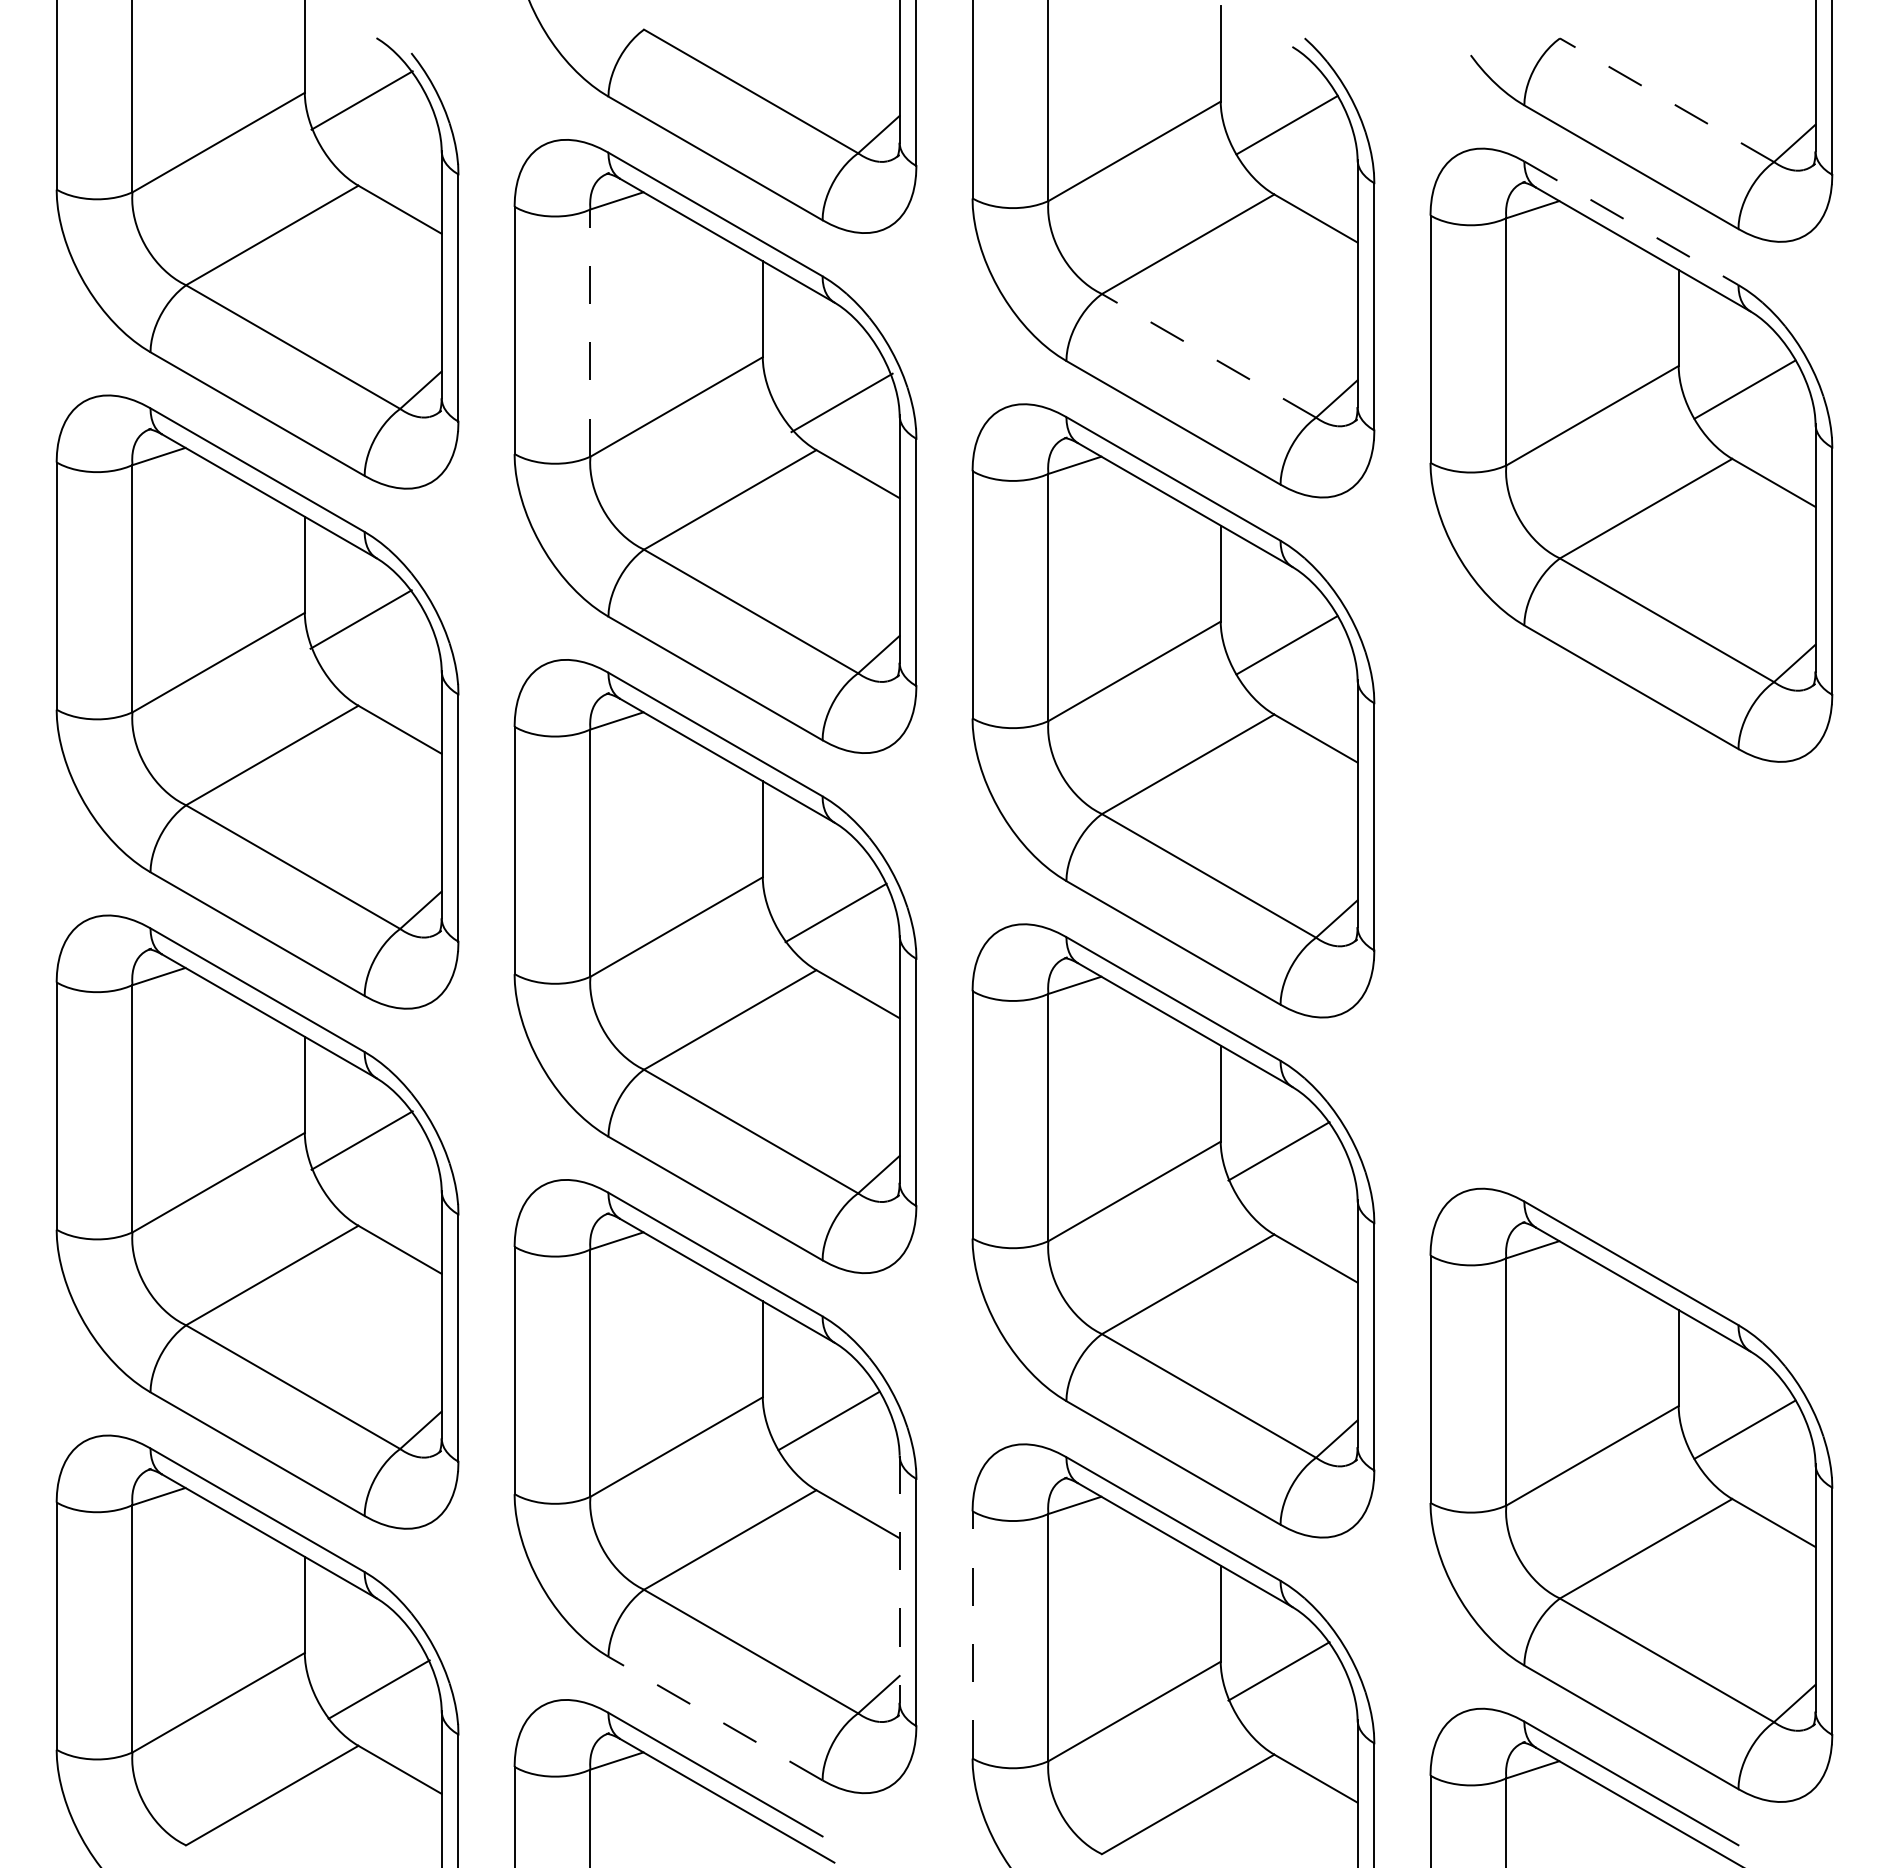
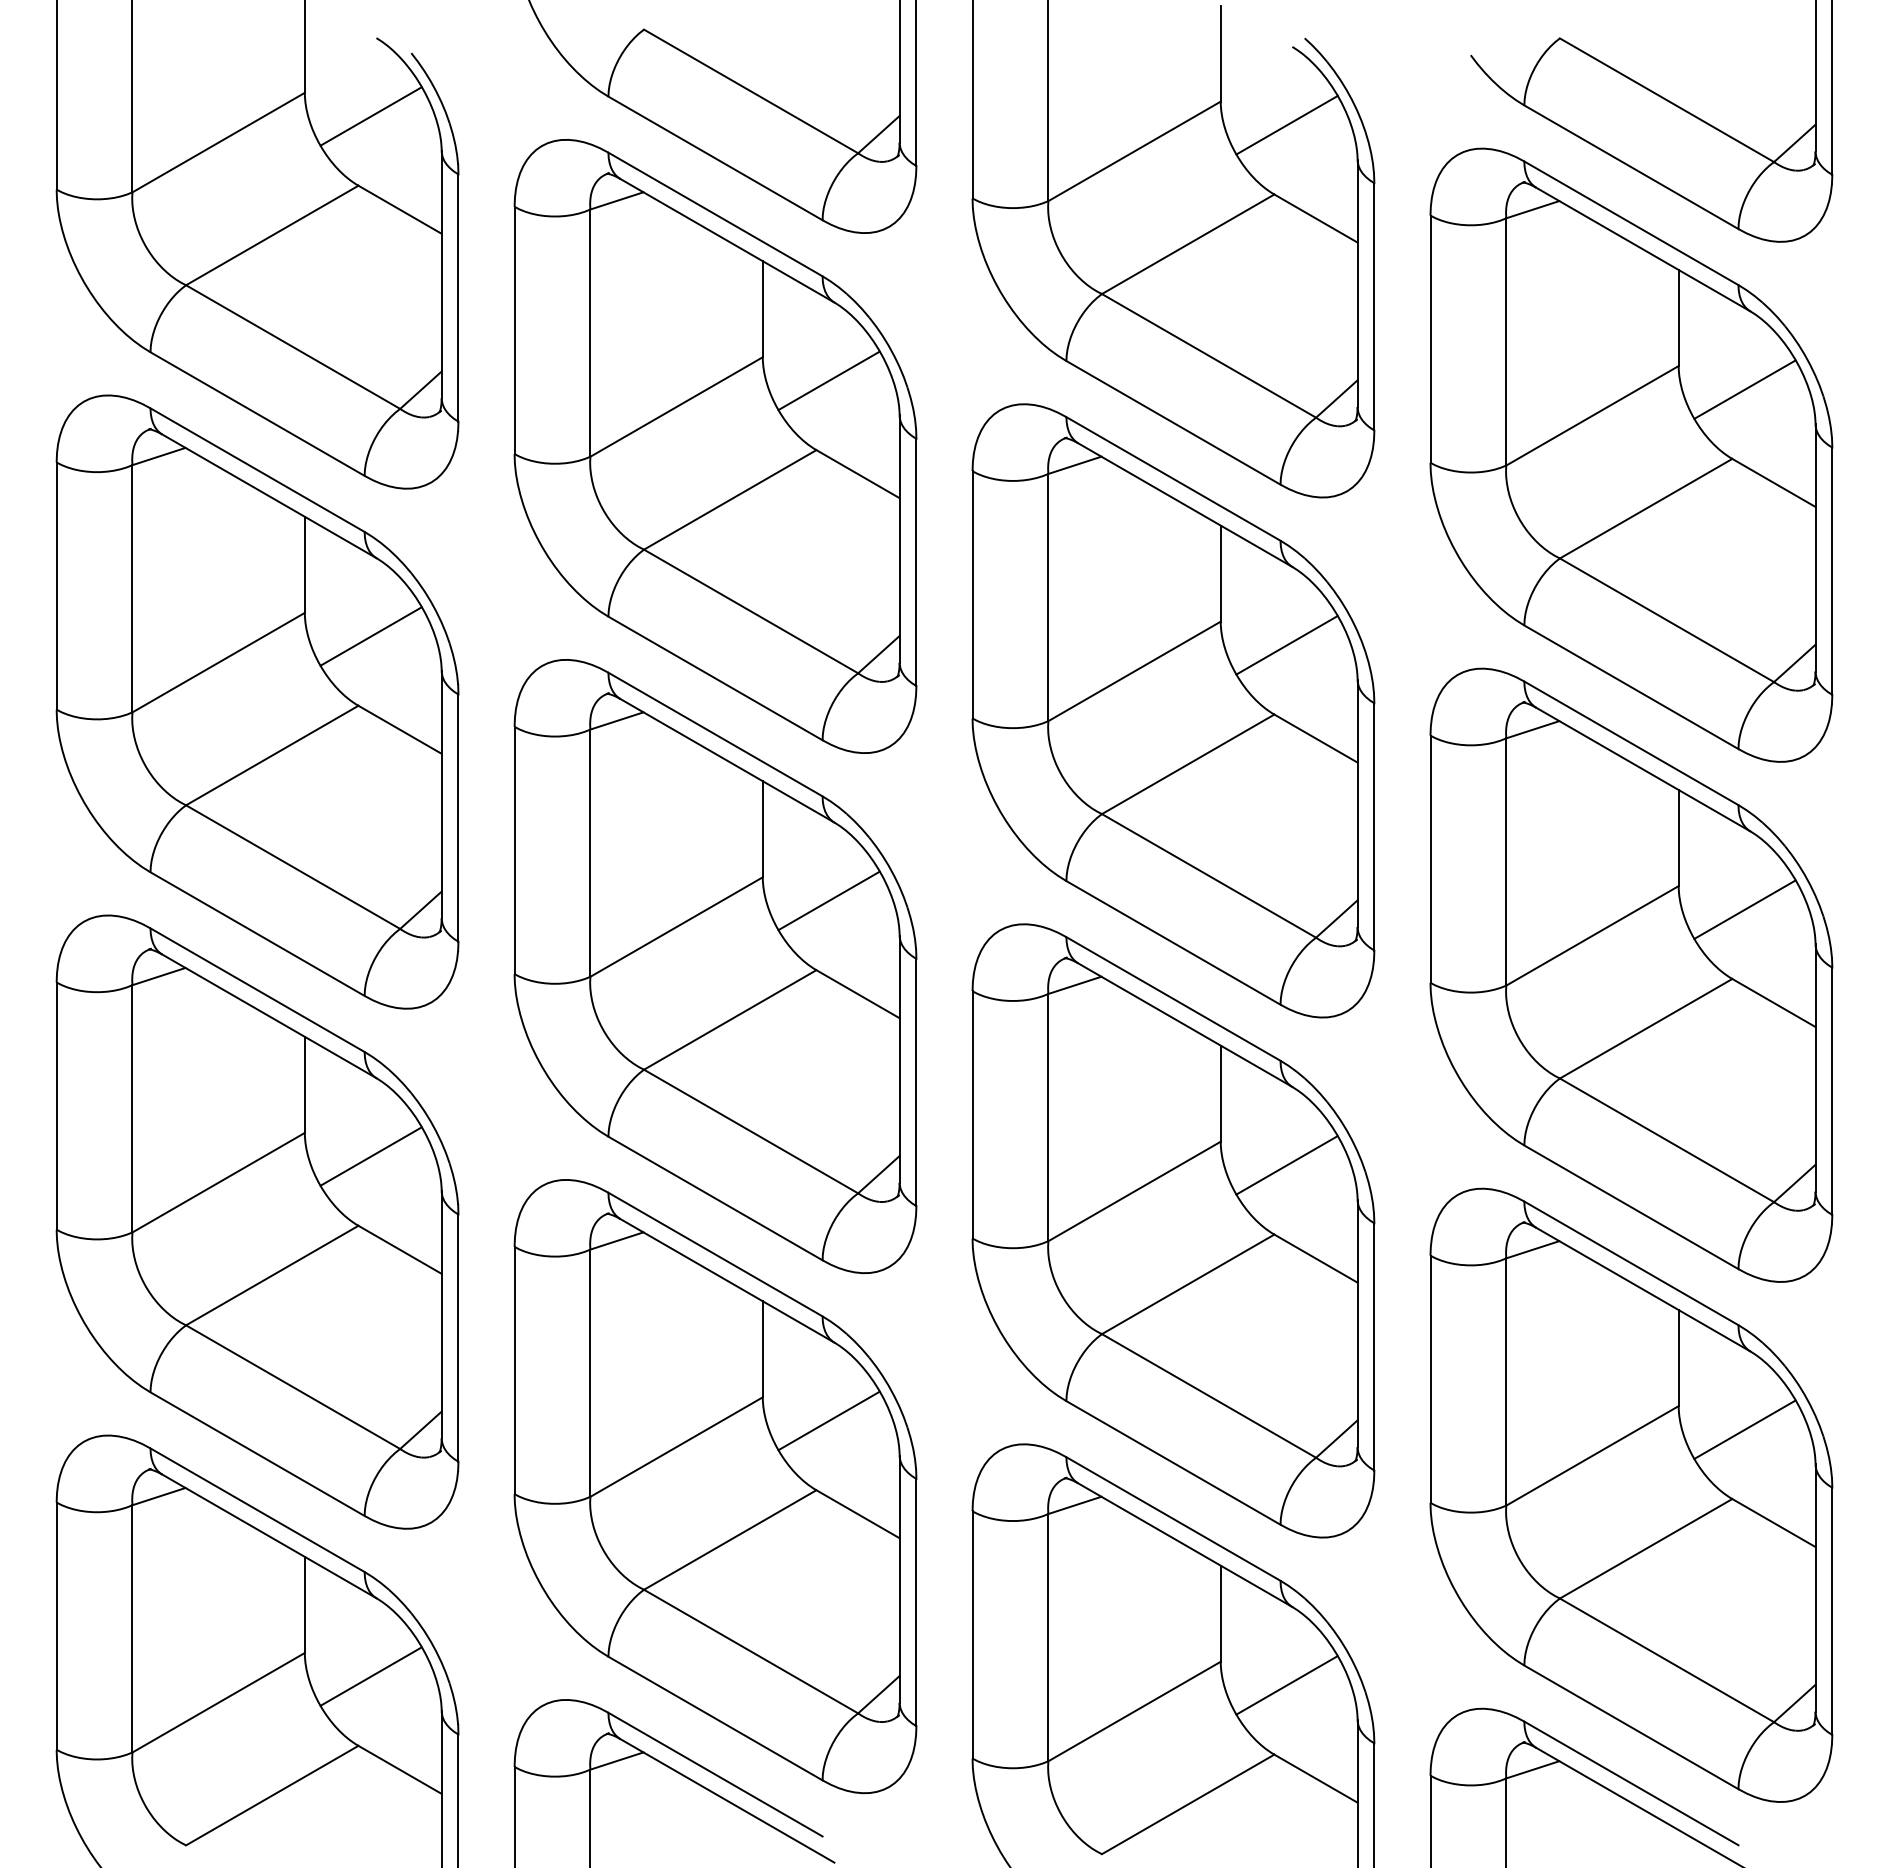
line at (361, 100) position: (361, 100) -> (370, 116)
line at (1667, 100): dashed -> solid
line at (1631, 223): dashed -> solid
line at (590, 333): dashed -> solid
line at (1209, 355): dashed -> solid
line at (841, 402) position: (841, 402) -> (828, 380)
line at (360, 619) position: (360, 619) -> (370, 636)
line at (835, 912) position: (835, 912) -> (828, 900)
part at (1631, 974): none -> present
line at (361, 1140) position: (361, 1140) -> (370, 1156)
line at (1278, 1151) position: (1278, 1151) -> (1286, 1165)
line at (899, 1579): dashed -> solid
line at (972, 1634): dashed -> solid
line at (1278, 1671) position: (1278, 1671) -> (1286, 1685)
line at (378, 1689) position: (378, 1689) -> (370, 1676)
line at (715, 1718): dashed -> solid
